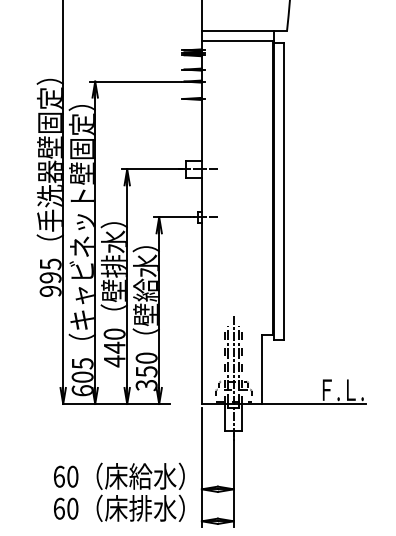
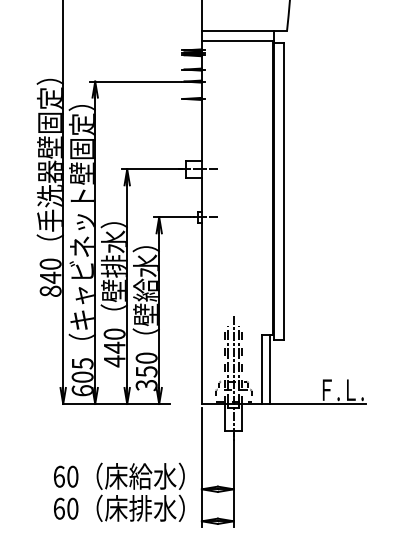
text at (50, 277): 995 -> 840
line at (270, 368): none -> present
